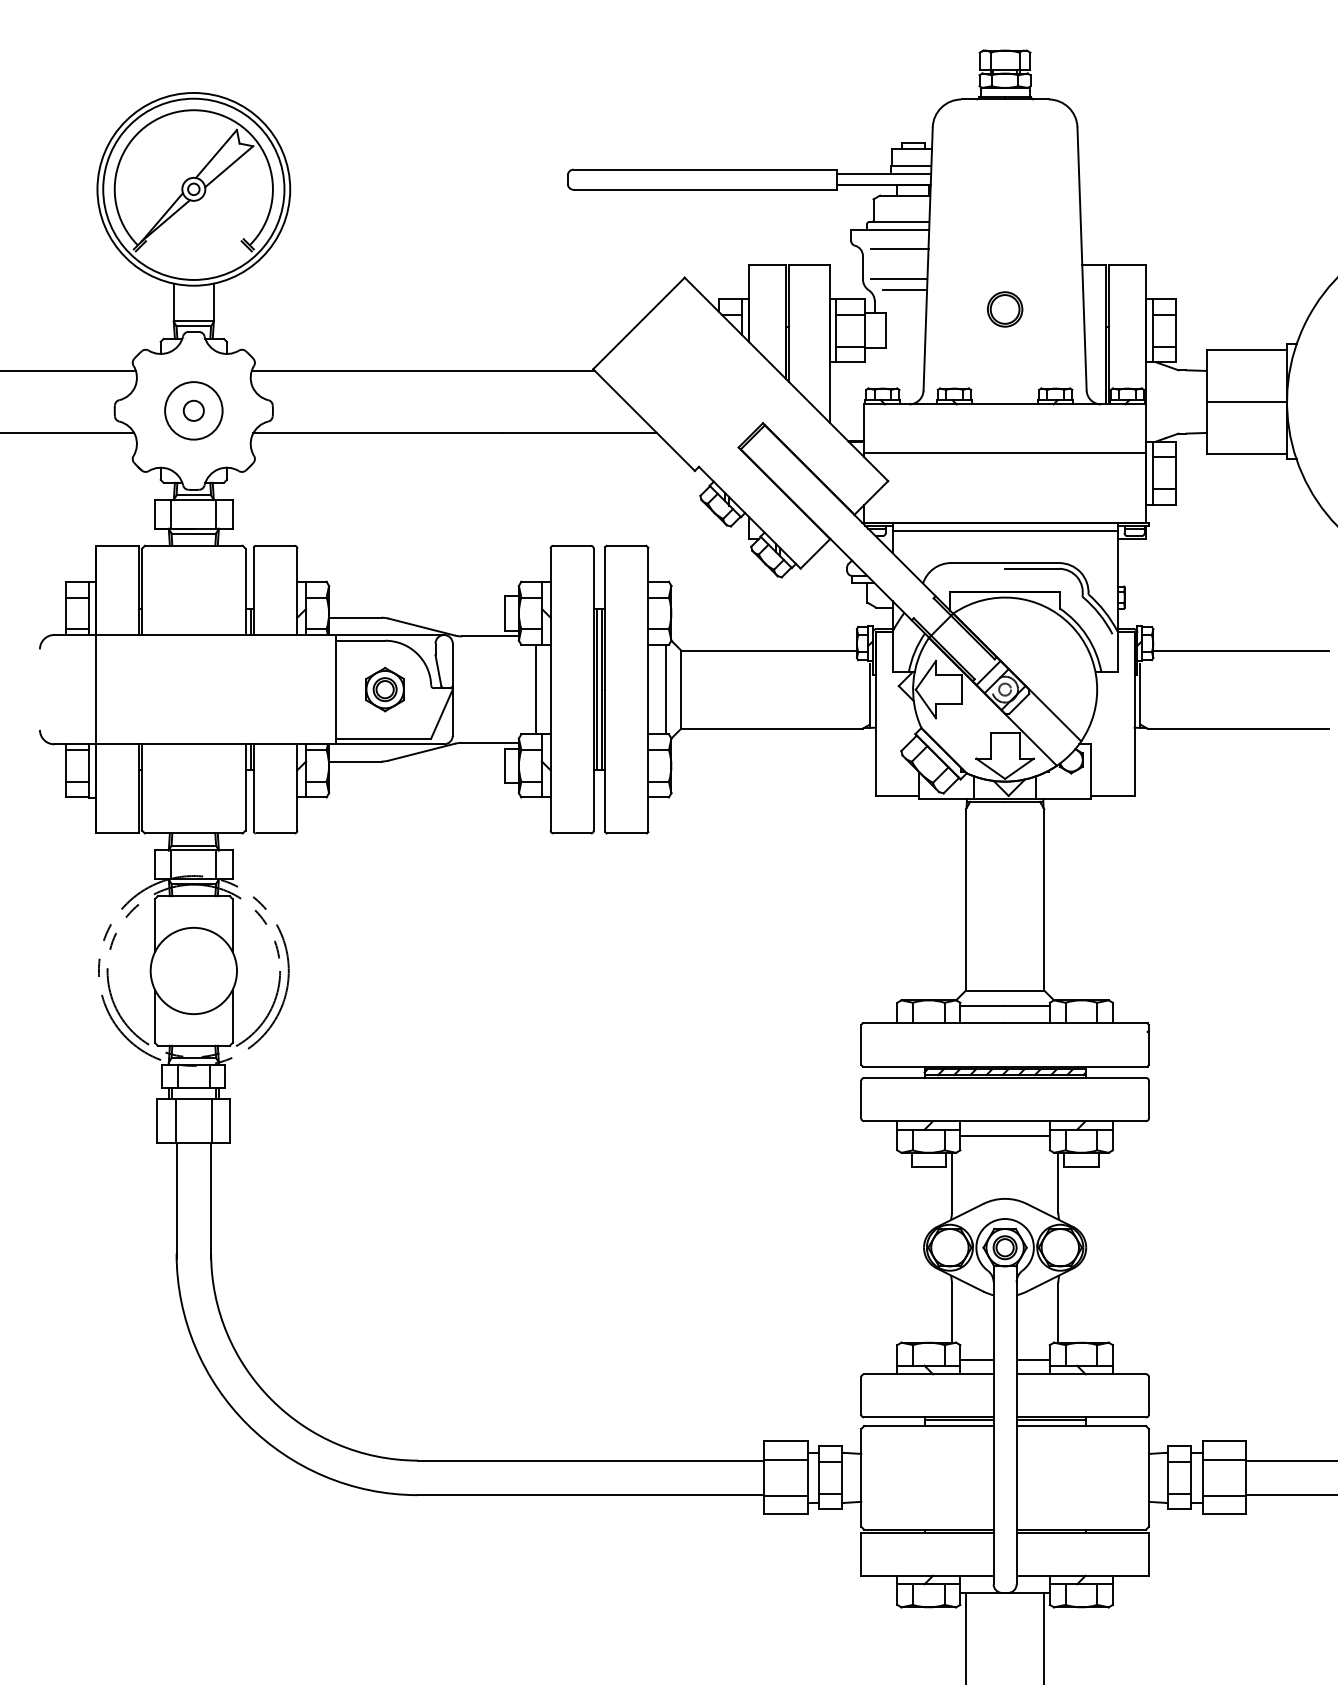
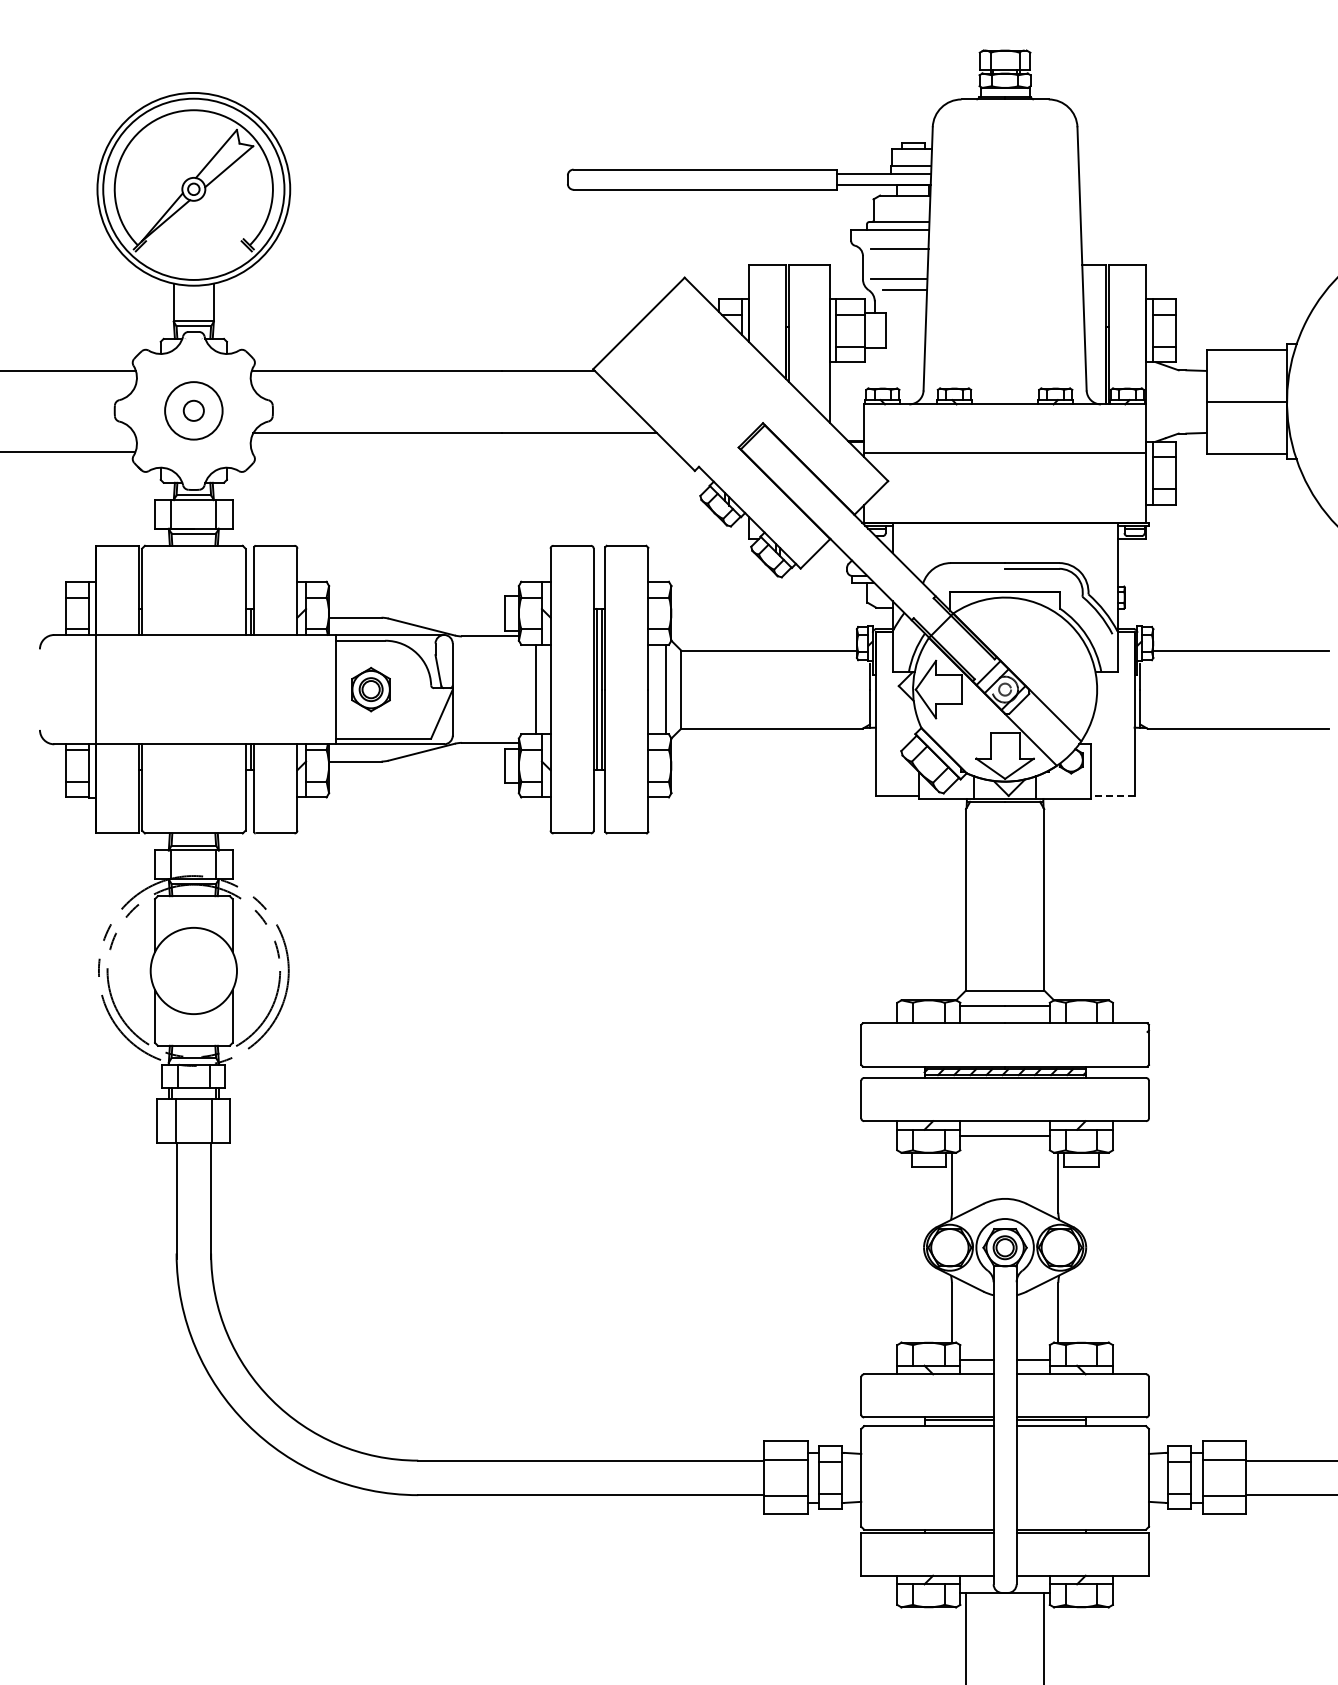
part at (1005, 309): present -> none
line at (68, 433) position: (68, 433) -> (68, 452)
line at (1004, 531): present -> none
part at (384, 689) position: (384, 689) -> (370, 689)
line at (1113, 796): solid -> dashed
